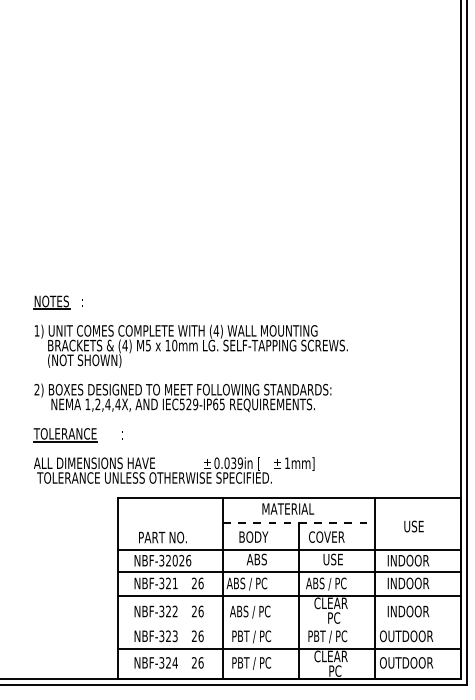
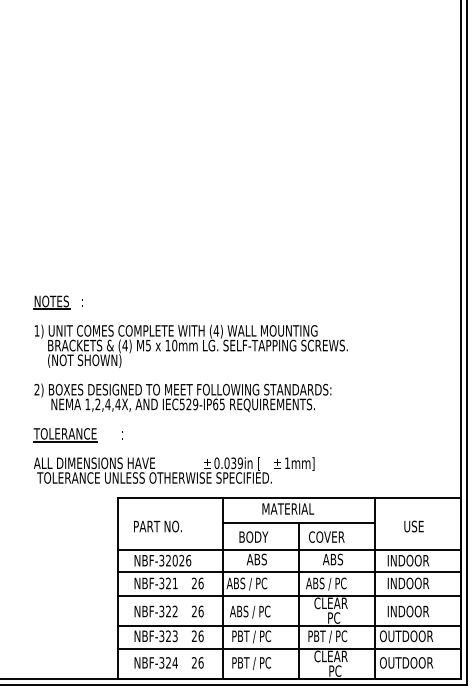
line at (298, 522): dashed -> solid
text at (162, 537) position: (162, 537) -> (157, 526)
text at (332, 559): USE -> ABS
line at (289, 626): none -> present
